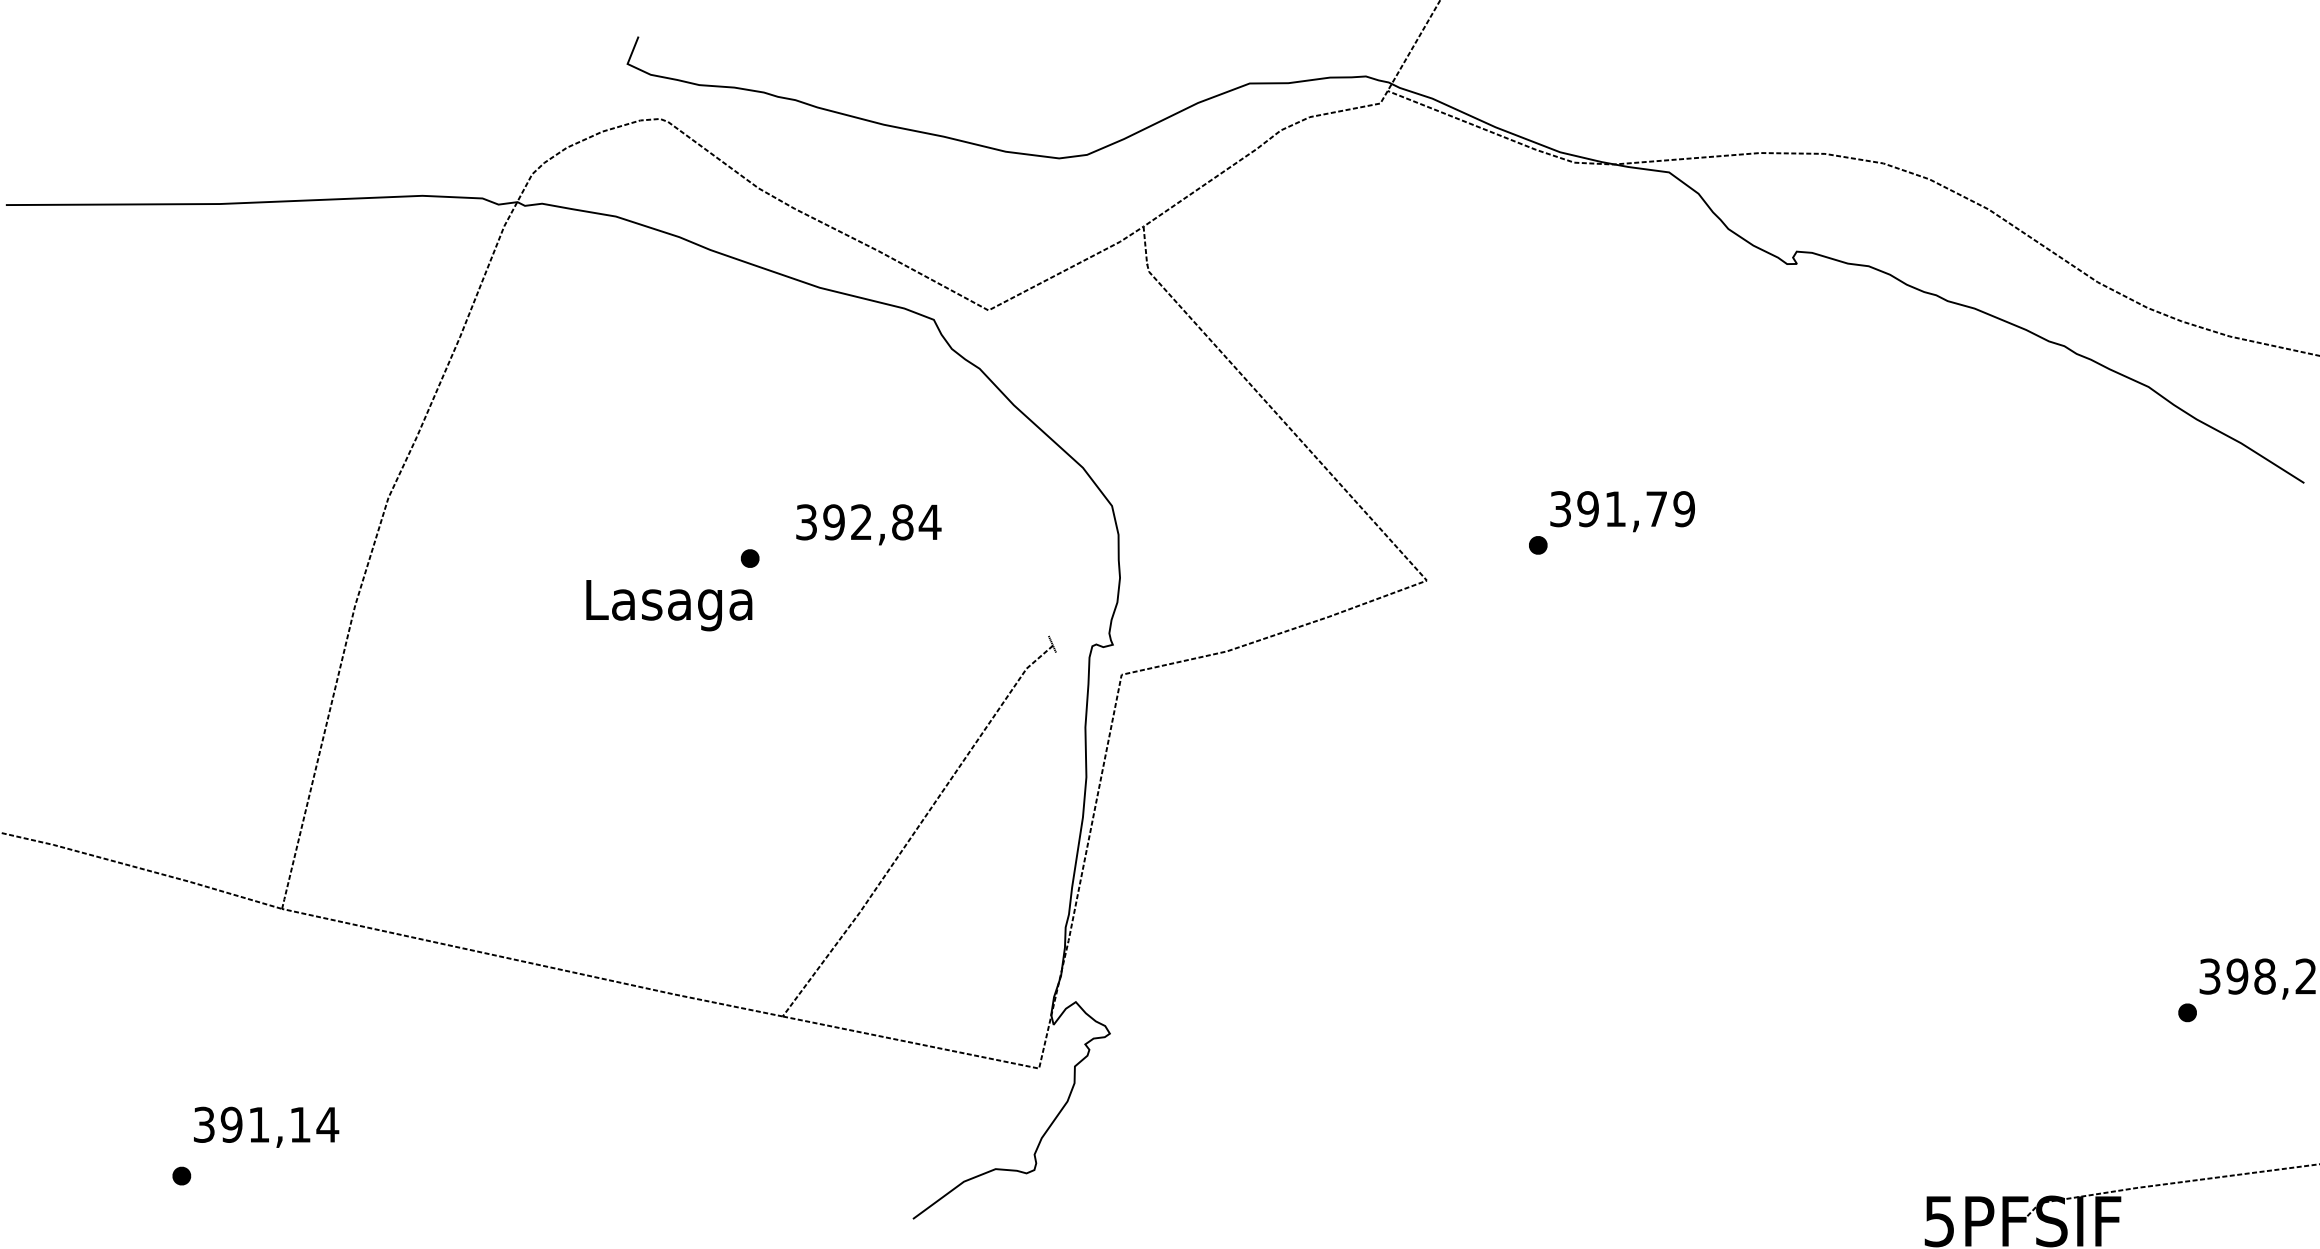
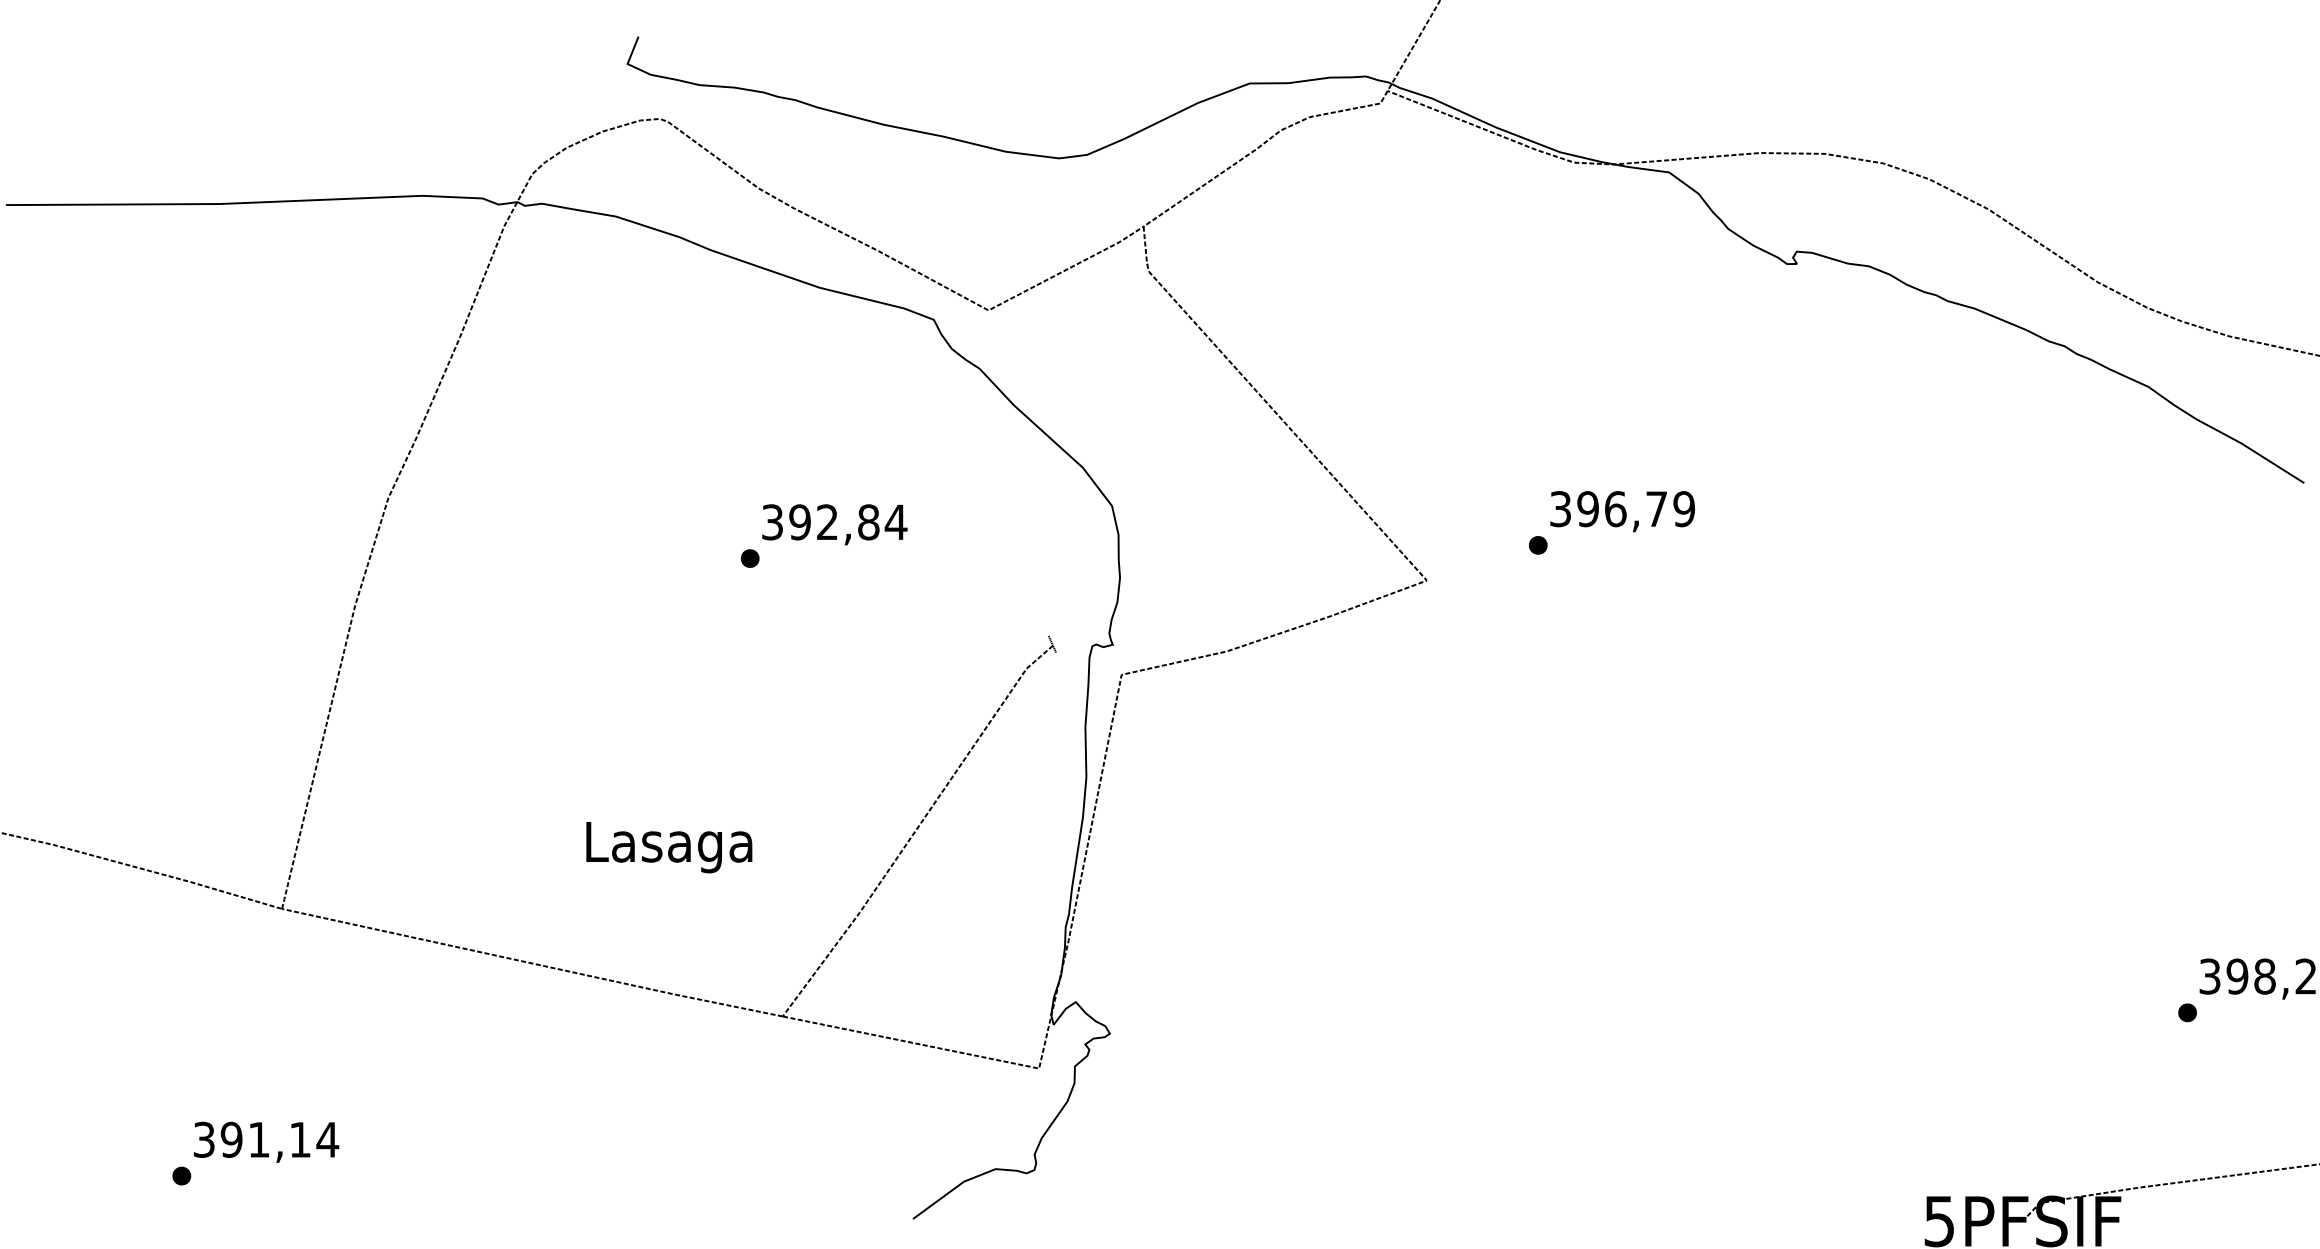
text at (1615, 509): 391,79 -> 396,79
text at (868, 524) position: (868, 524) -> (834, 524)
text at (669, 605) position: (669, 605) -> (669, 847)
text at (266, 1126) position: (266, 1126) -> (266, 1141)
